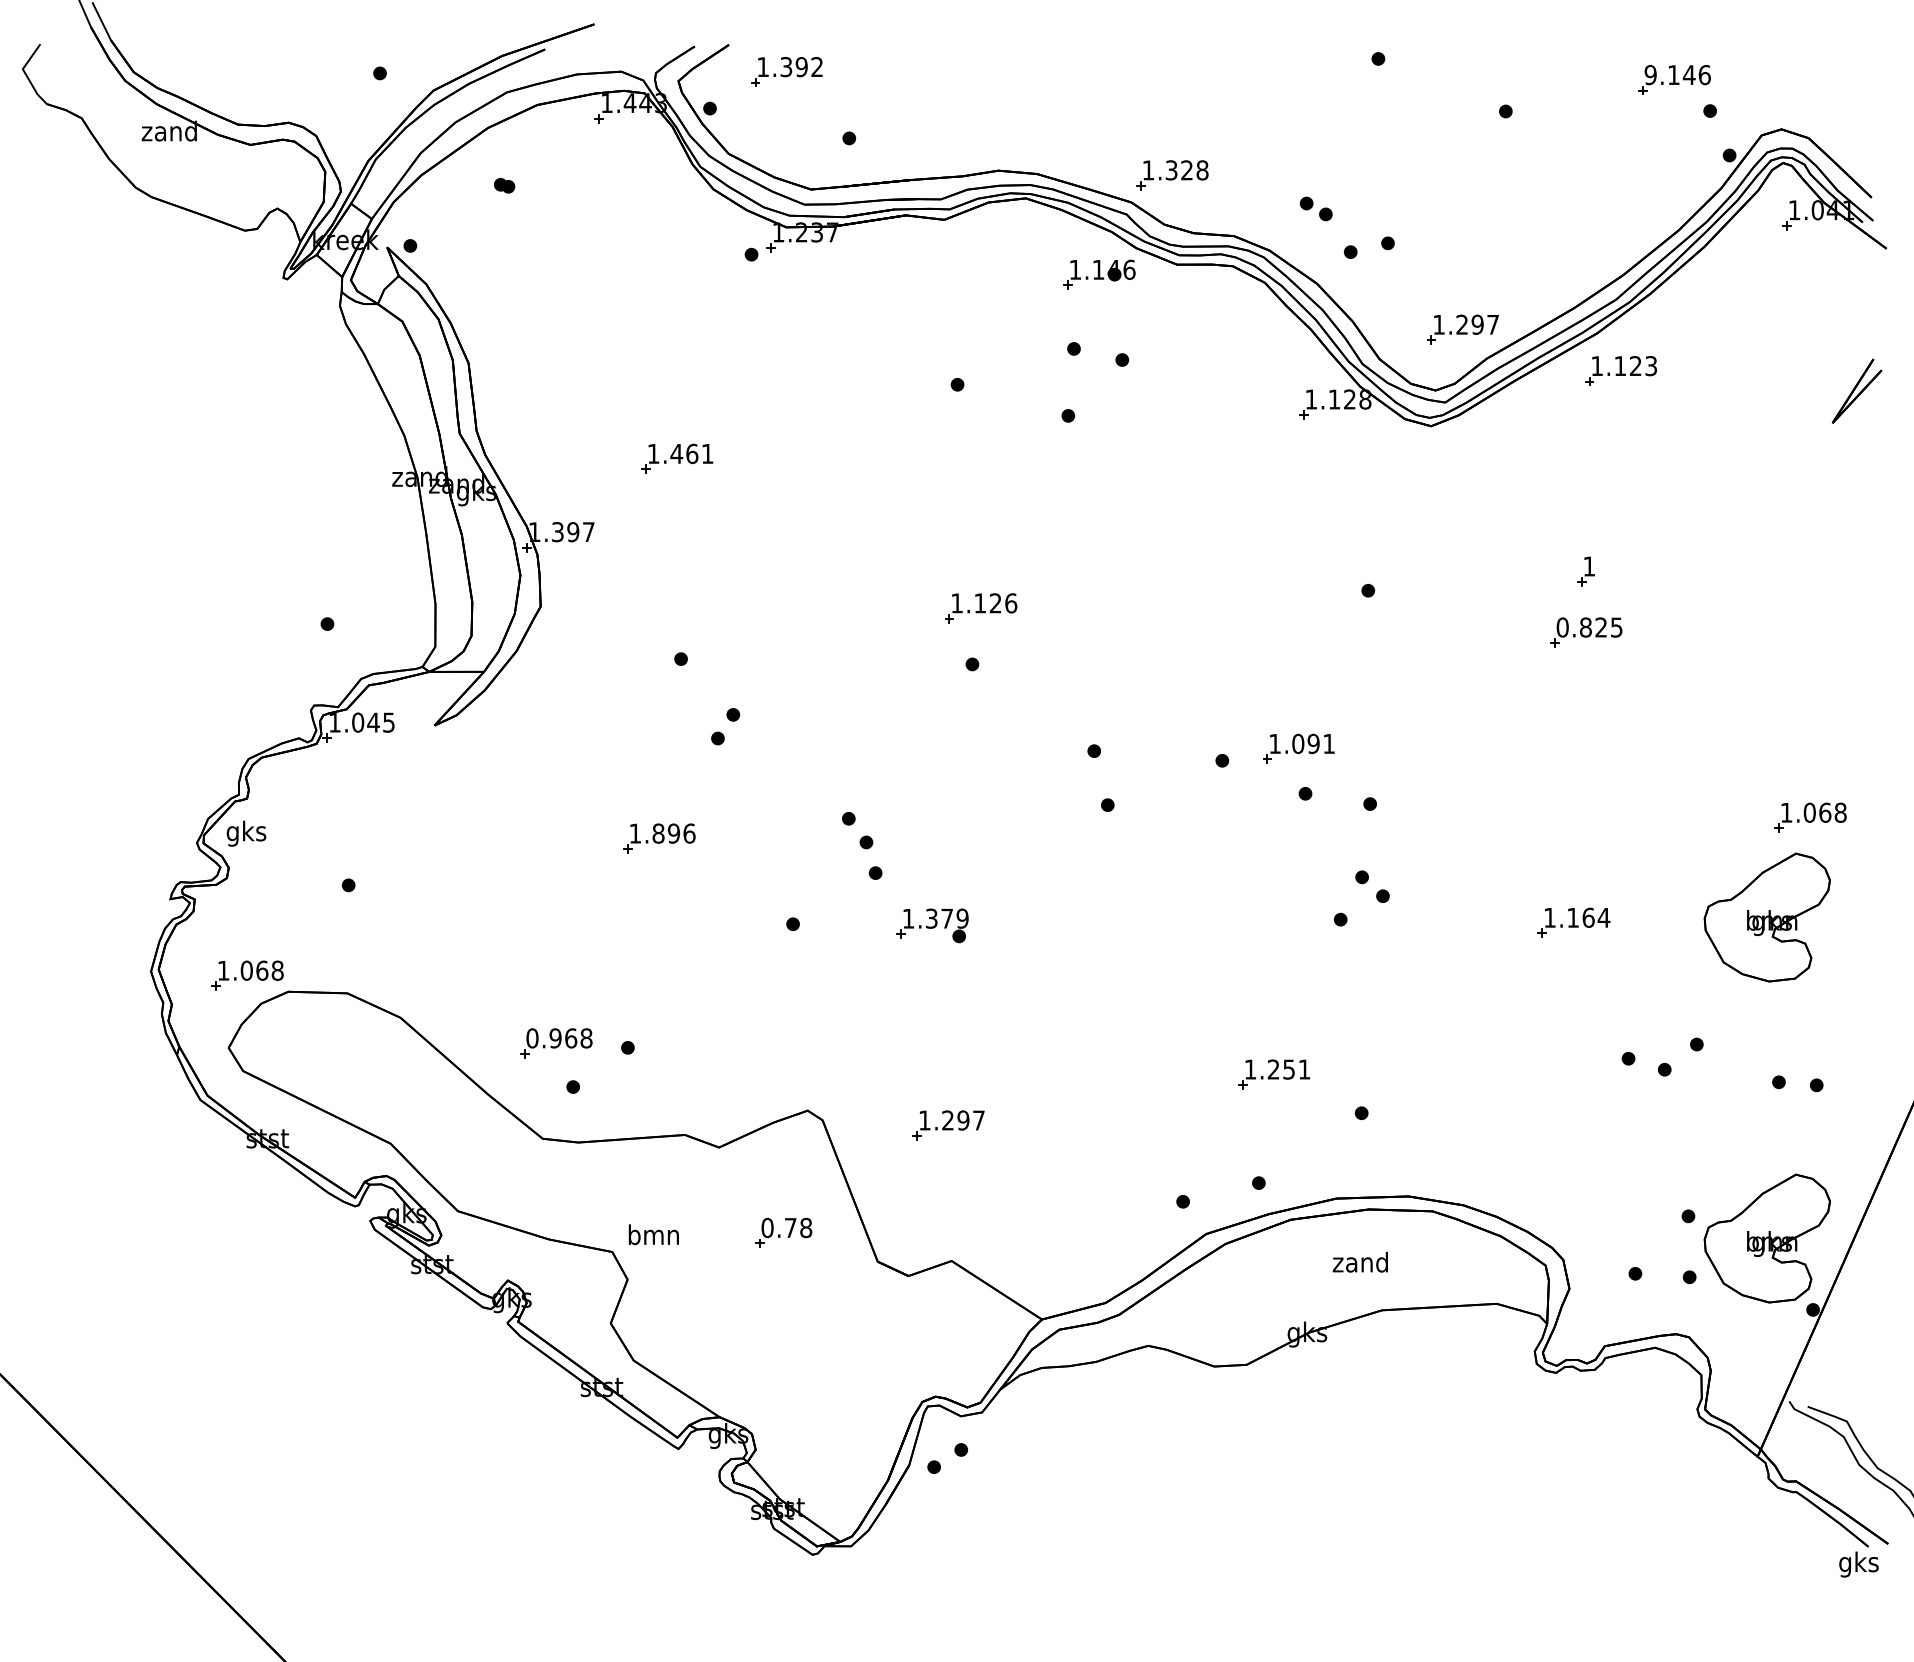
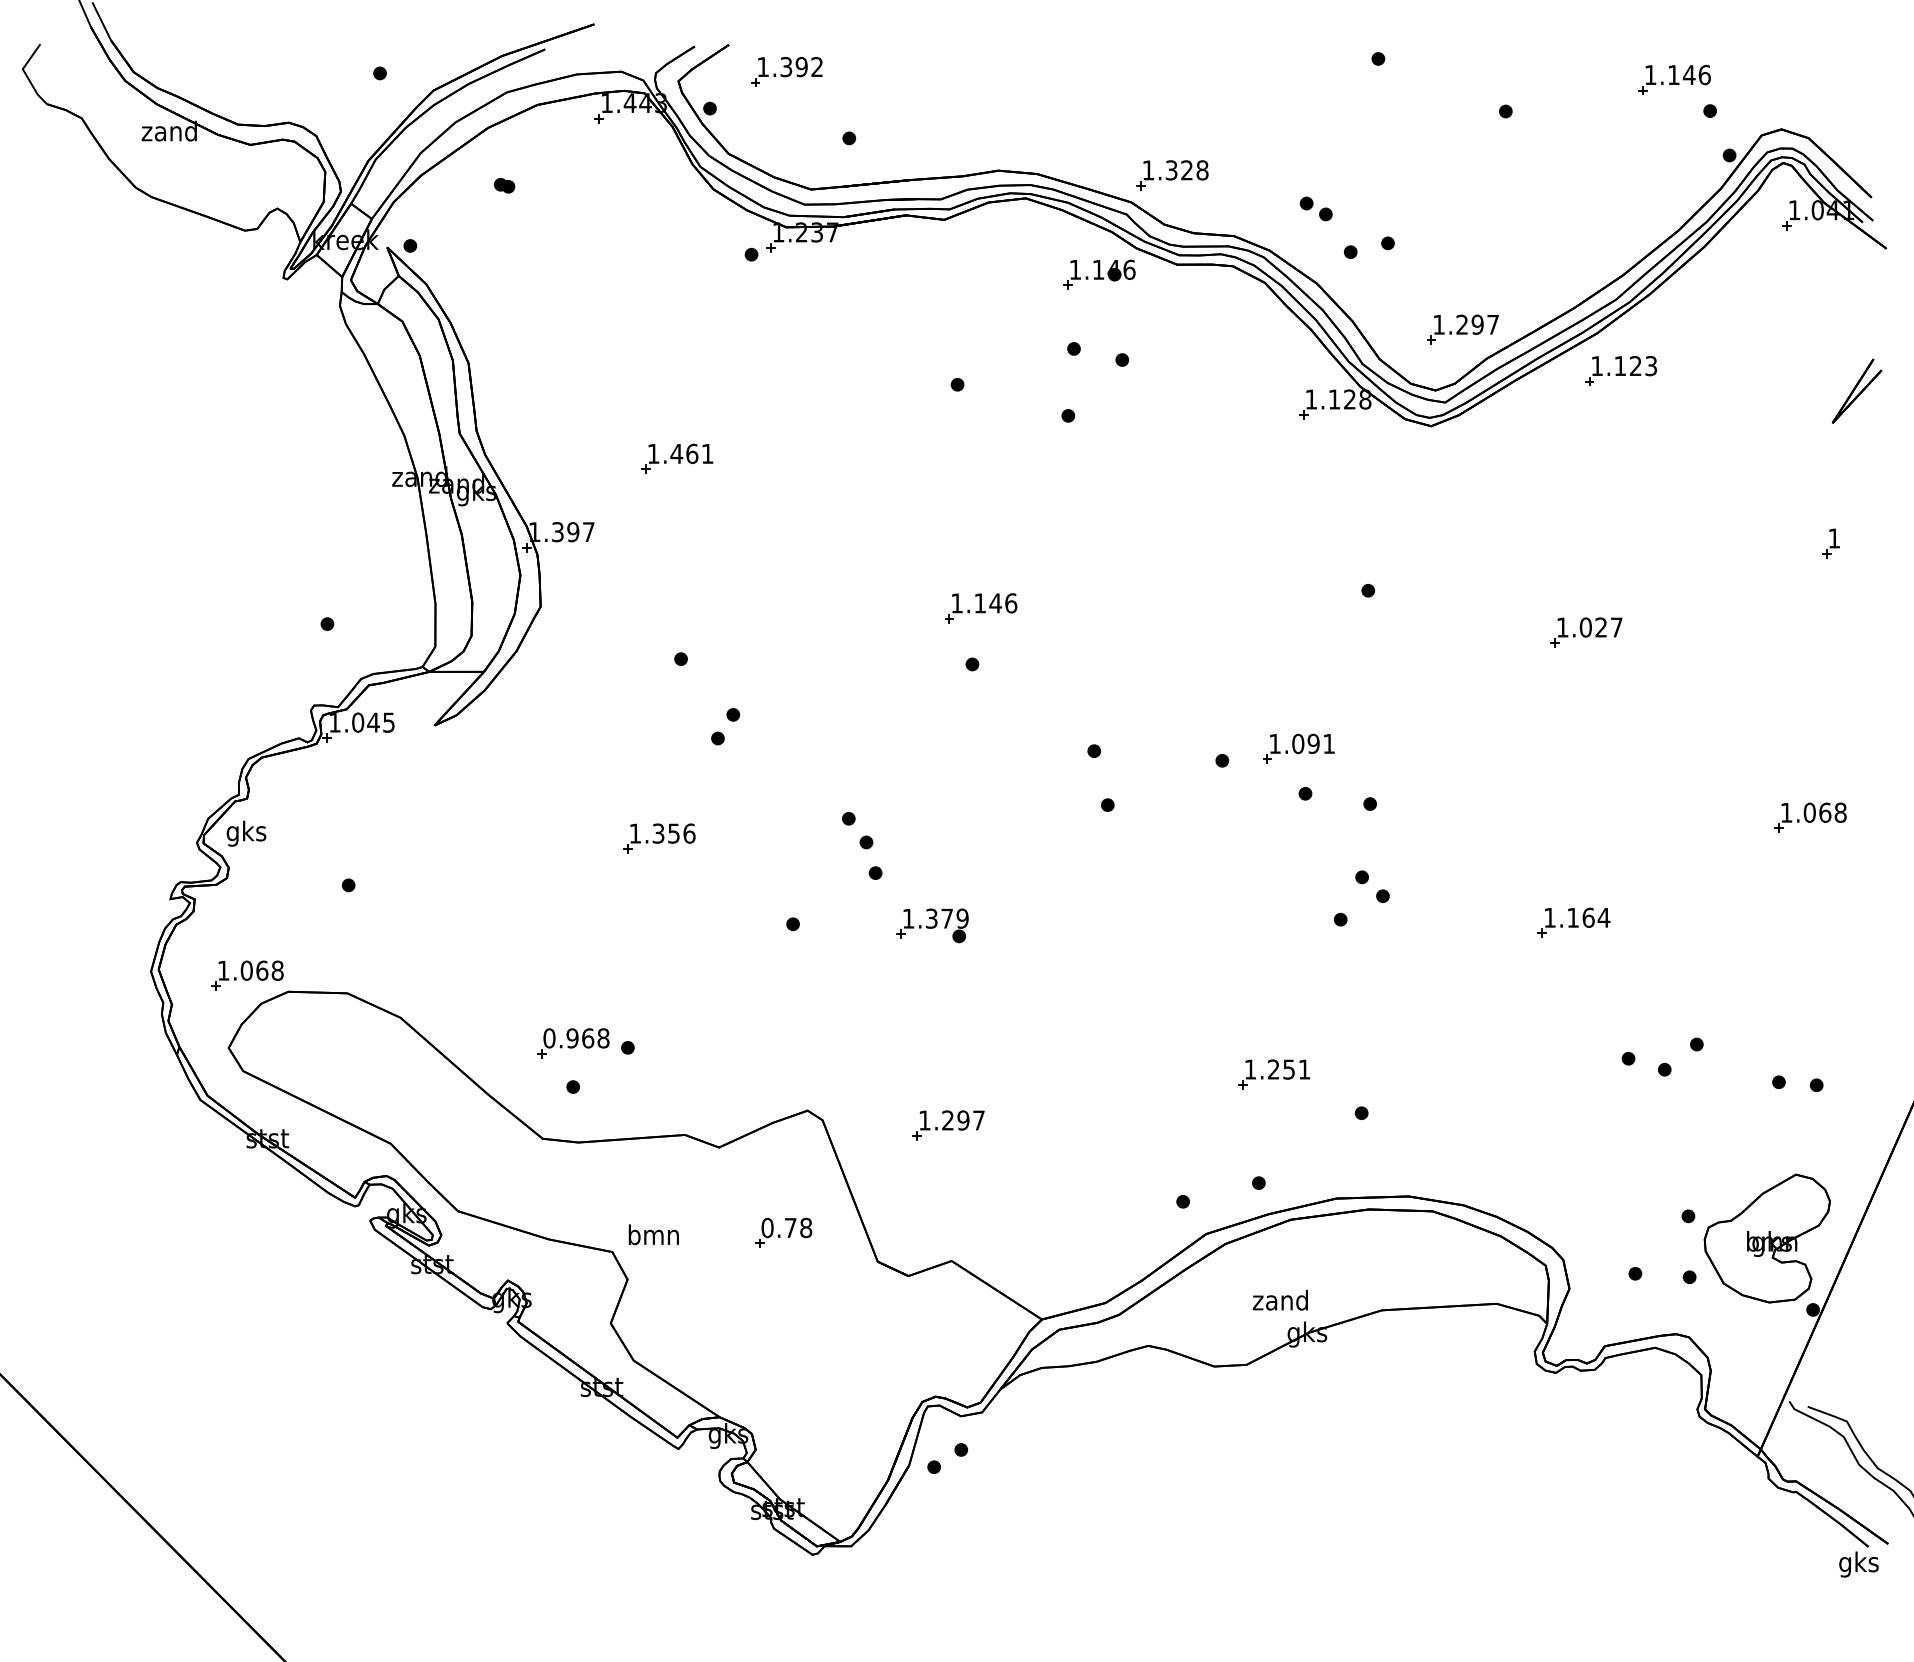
text at (1650, 75): 9.146 -> 1.146
part at (1585, 571) position: (1585, 571) -> (1830, 543)
text at (995, 603): 1.126 -> 1.146
text at (1589, 627): 0.825 -> 1.027
text at (665, 833): 1.896 -> 1.356
part at (1766, 917): present -> none
part at (556, 1043) position: (556, 1043) -> (573, 1043)
text at (1359, 1261) position: (1359, 1261) -> (1279, 1299)
